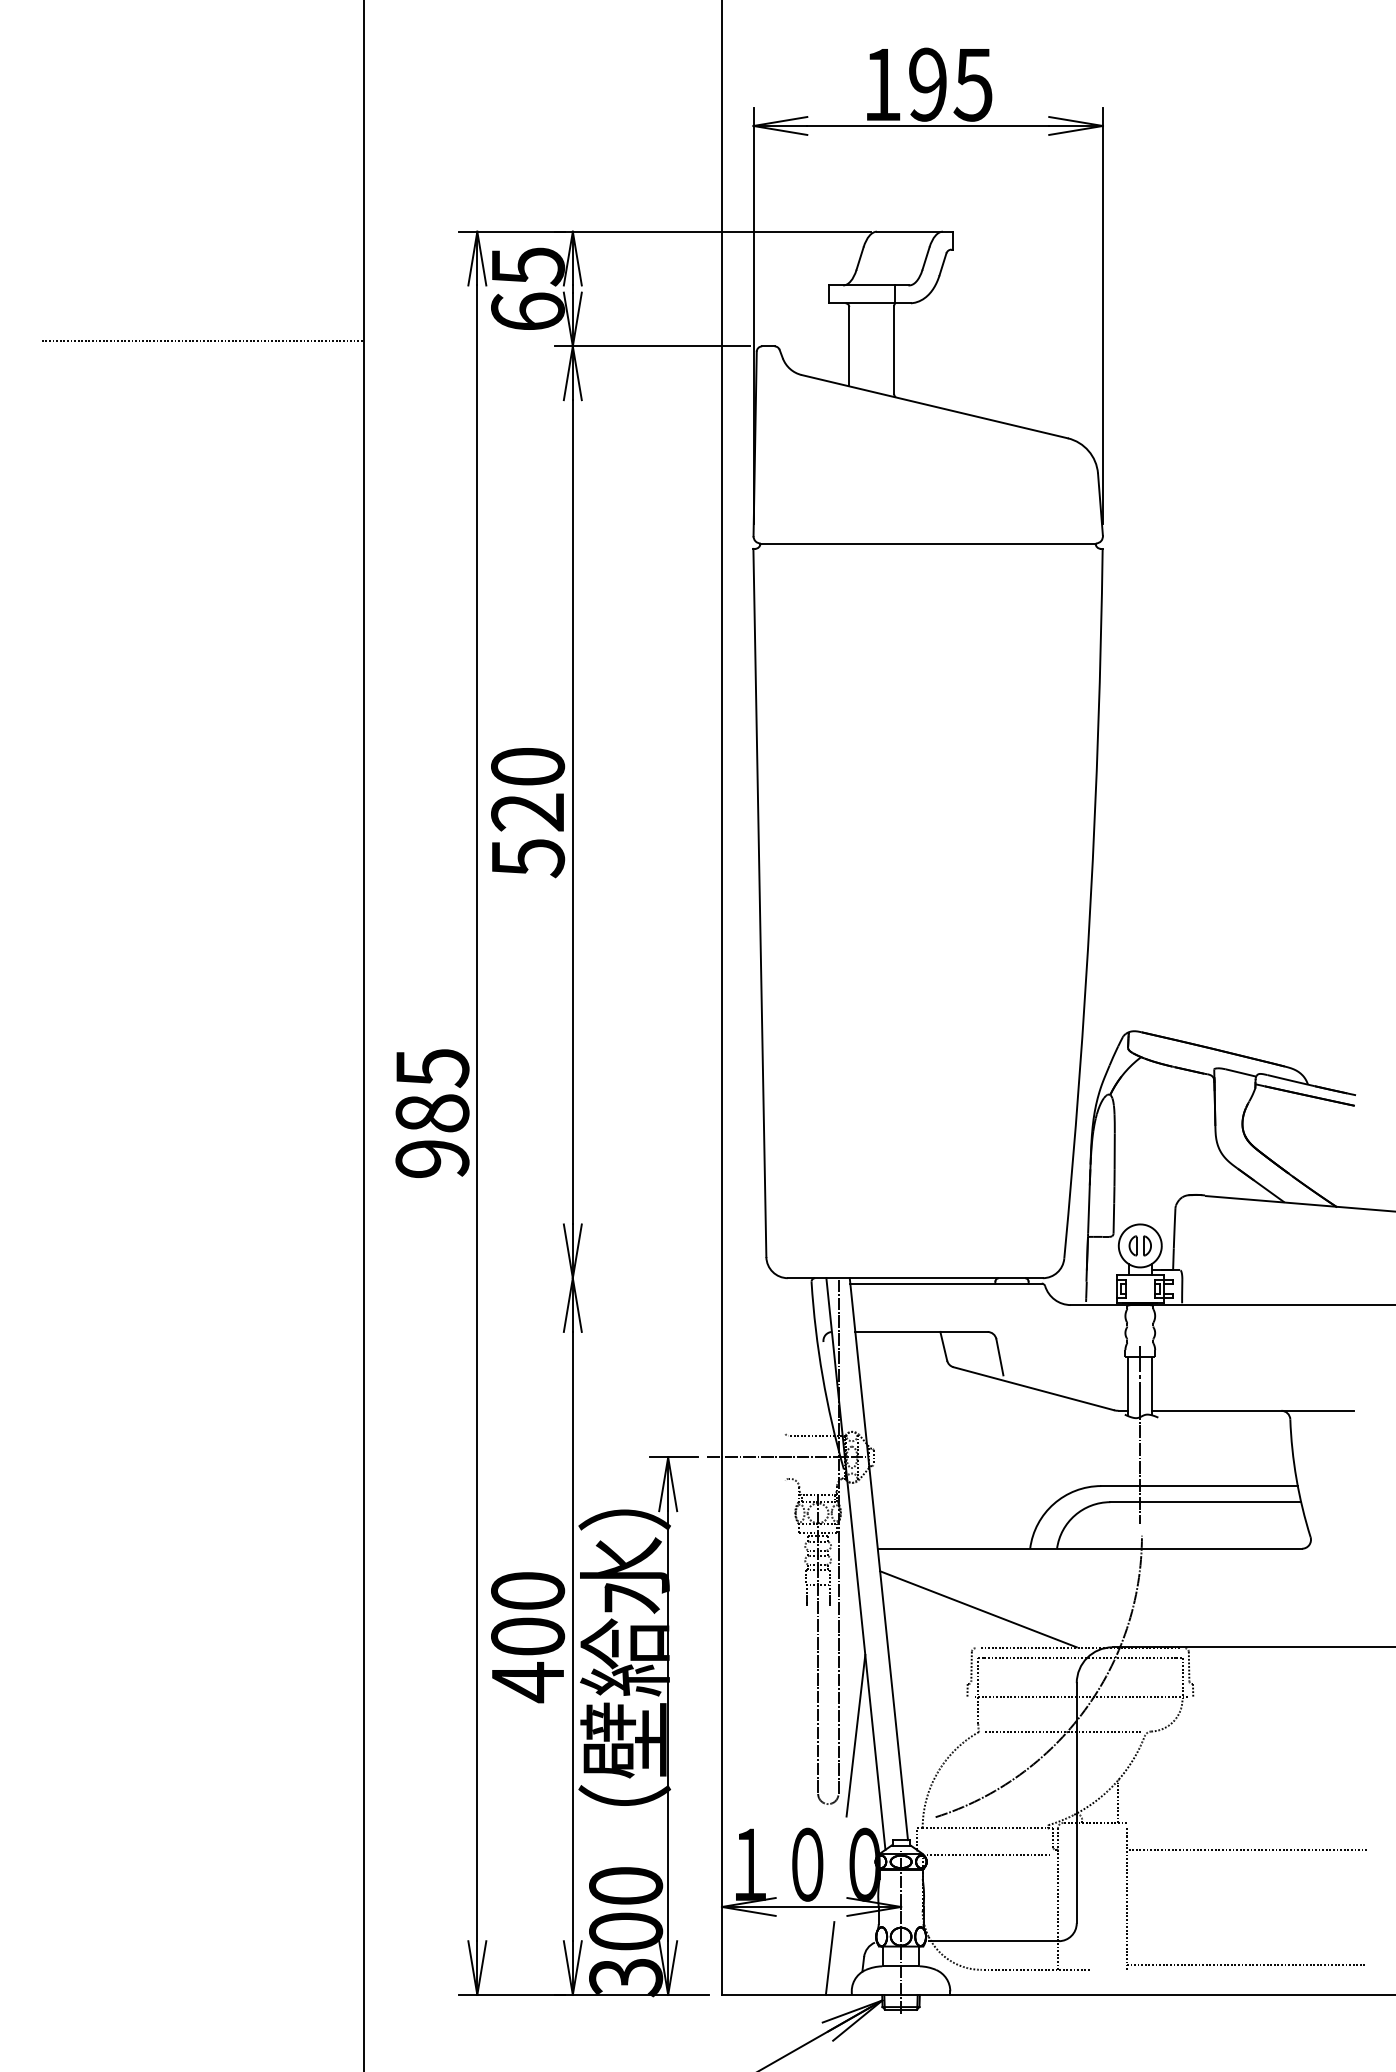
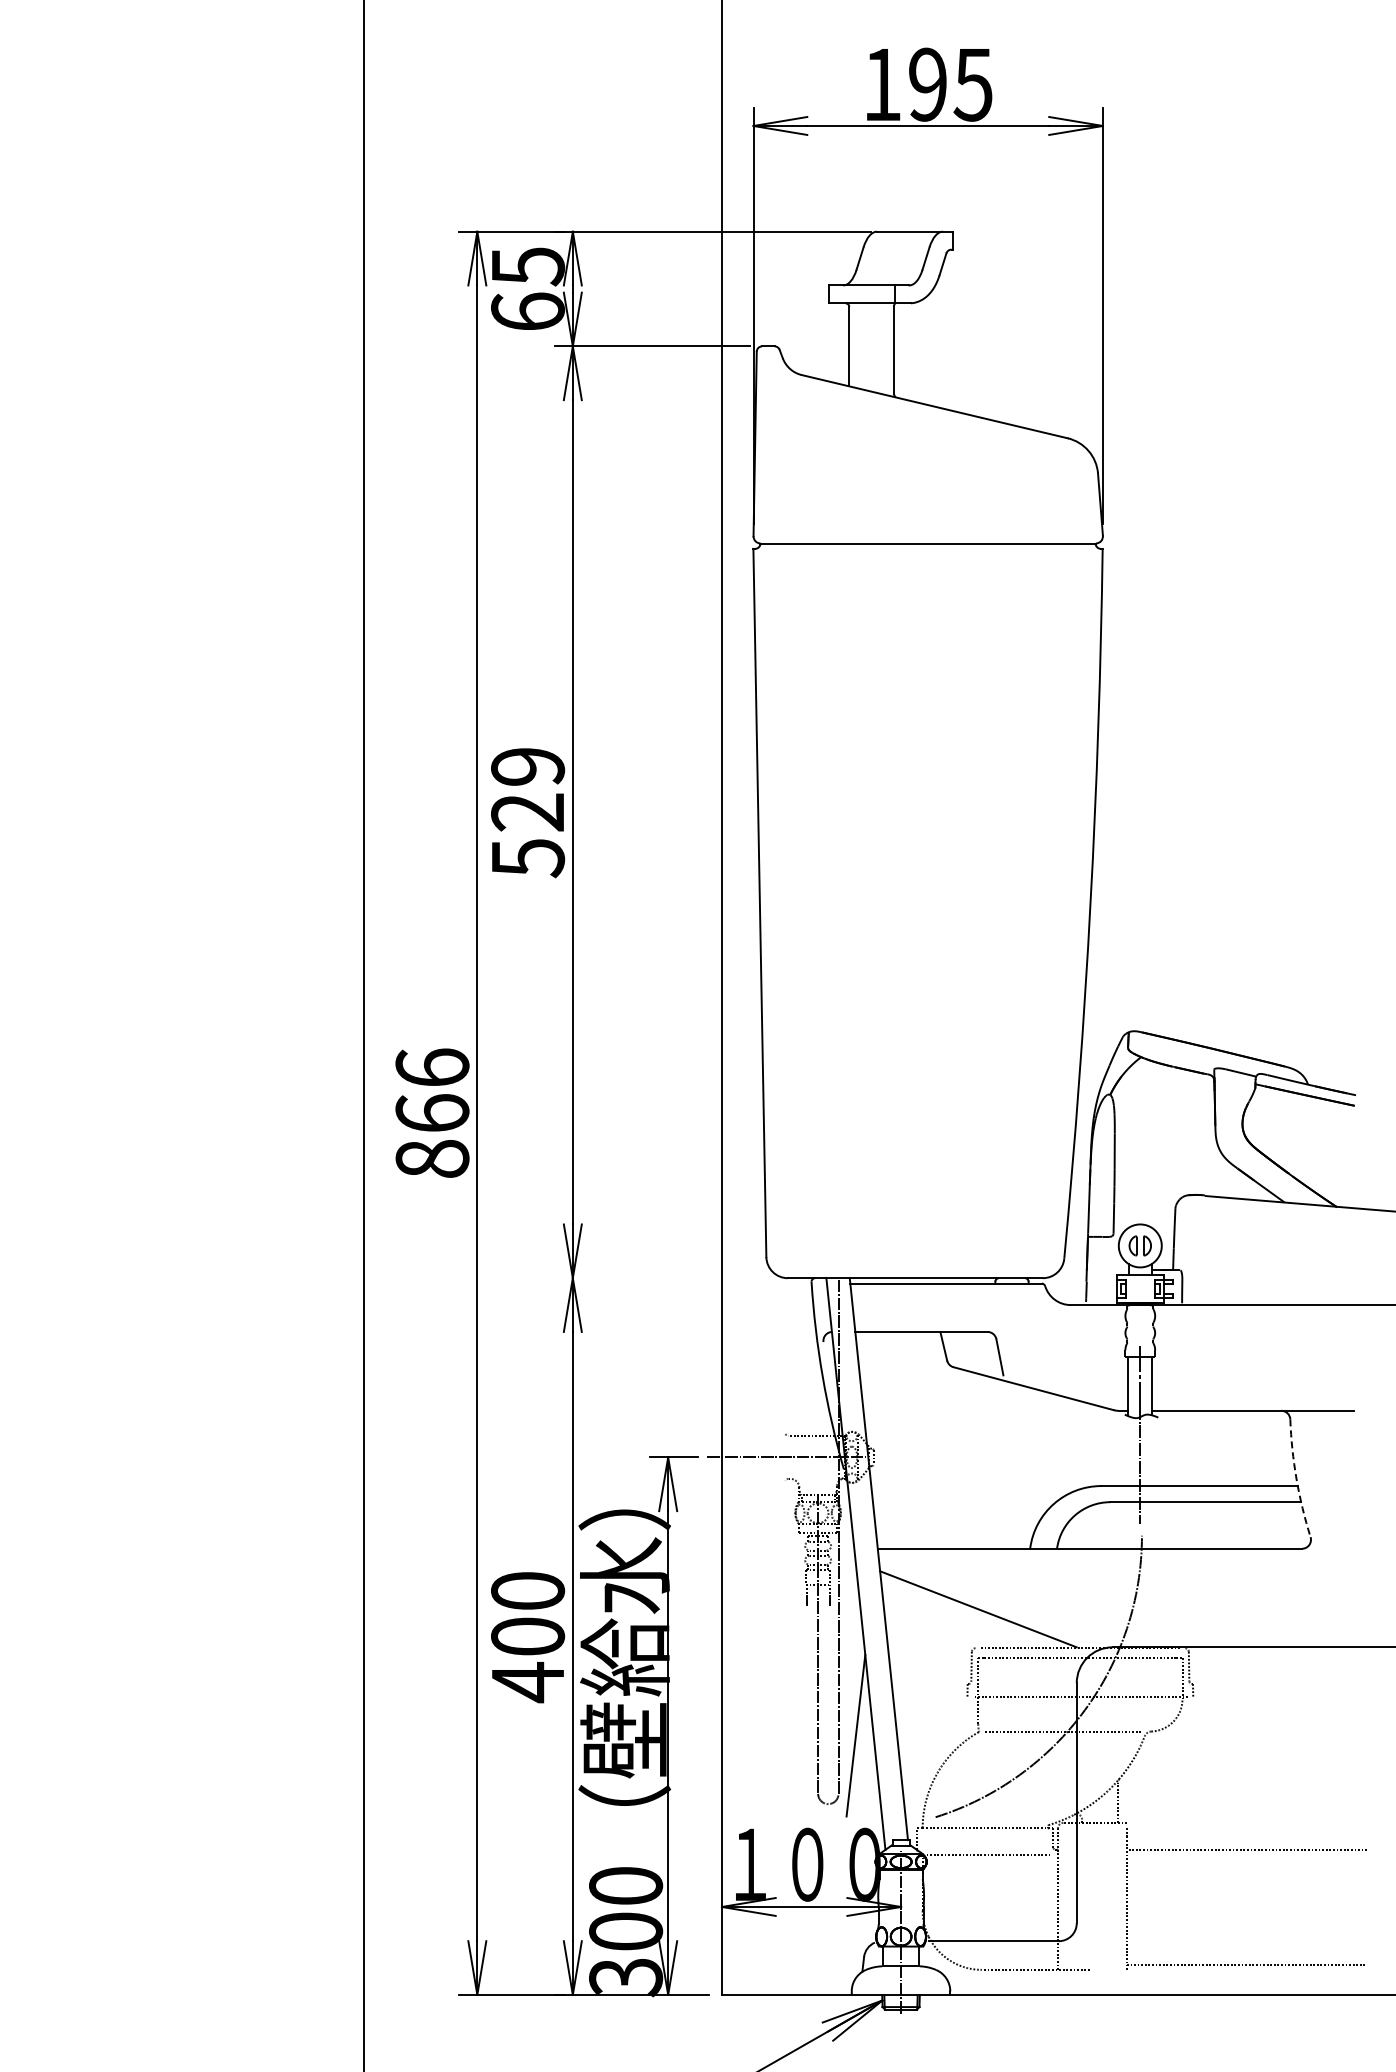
line at (202, 341): present -> none
text at (528, 766): 520 -> 529
text at (432, 1112): 985 -> 866
arc at (1296, 1478): solid -> dashed
line at (829, 1958): present -> none
